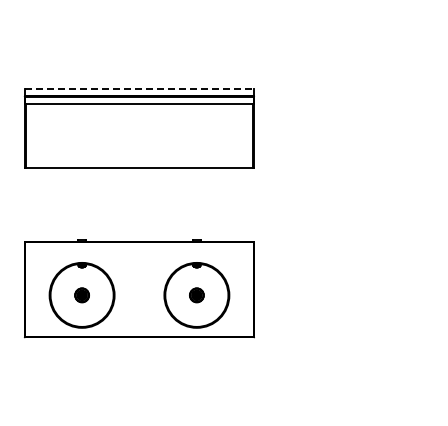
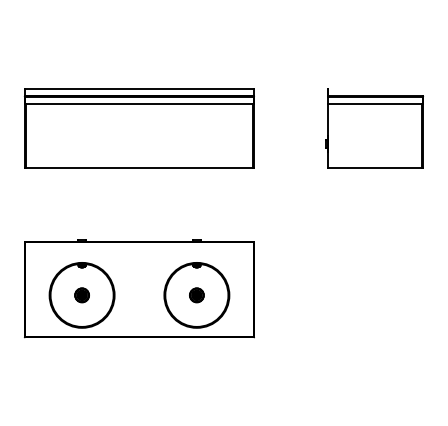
line at (139, 88): dashed -> solid
part at (374, 128): none -> present
